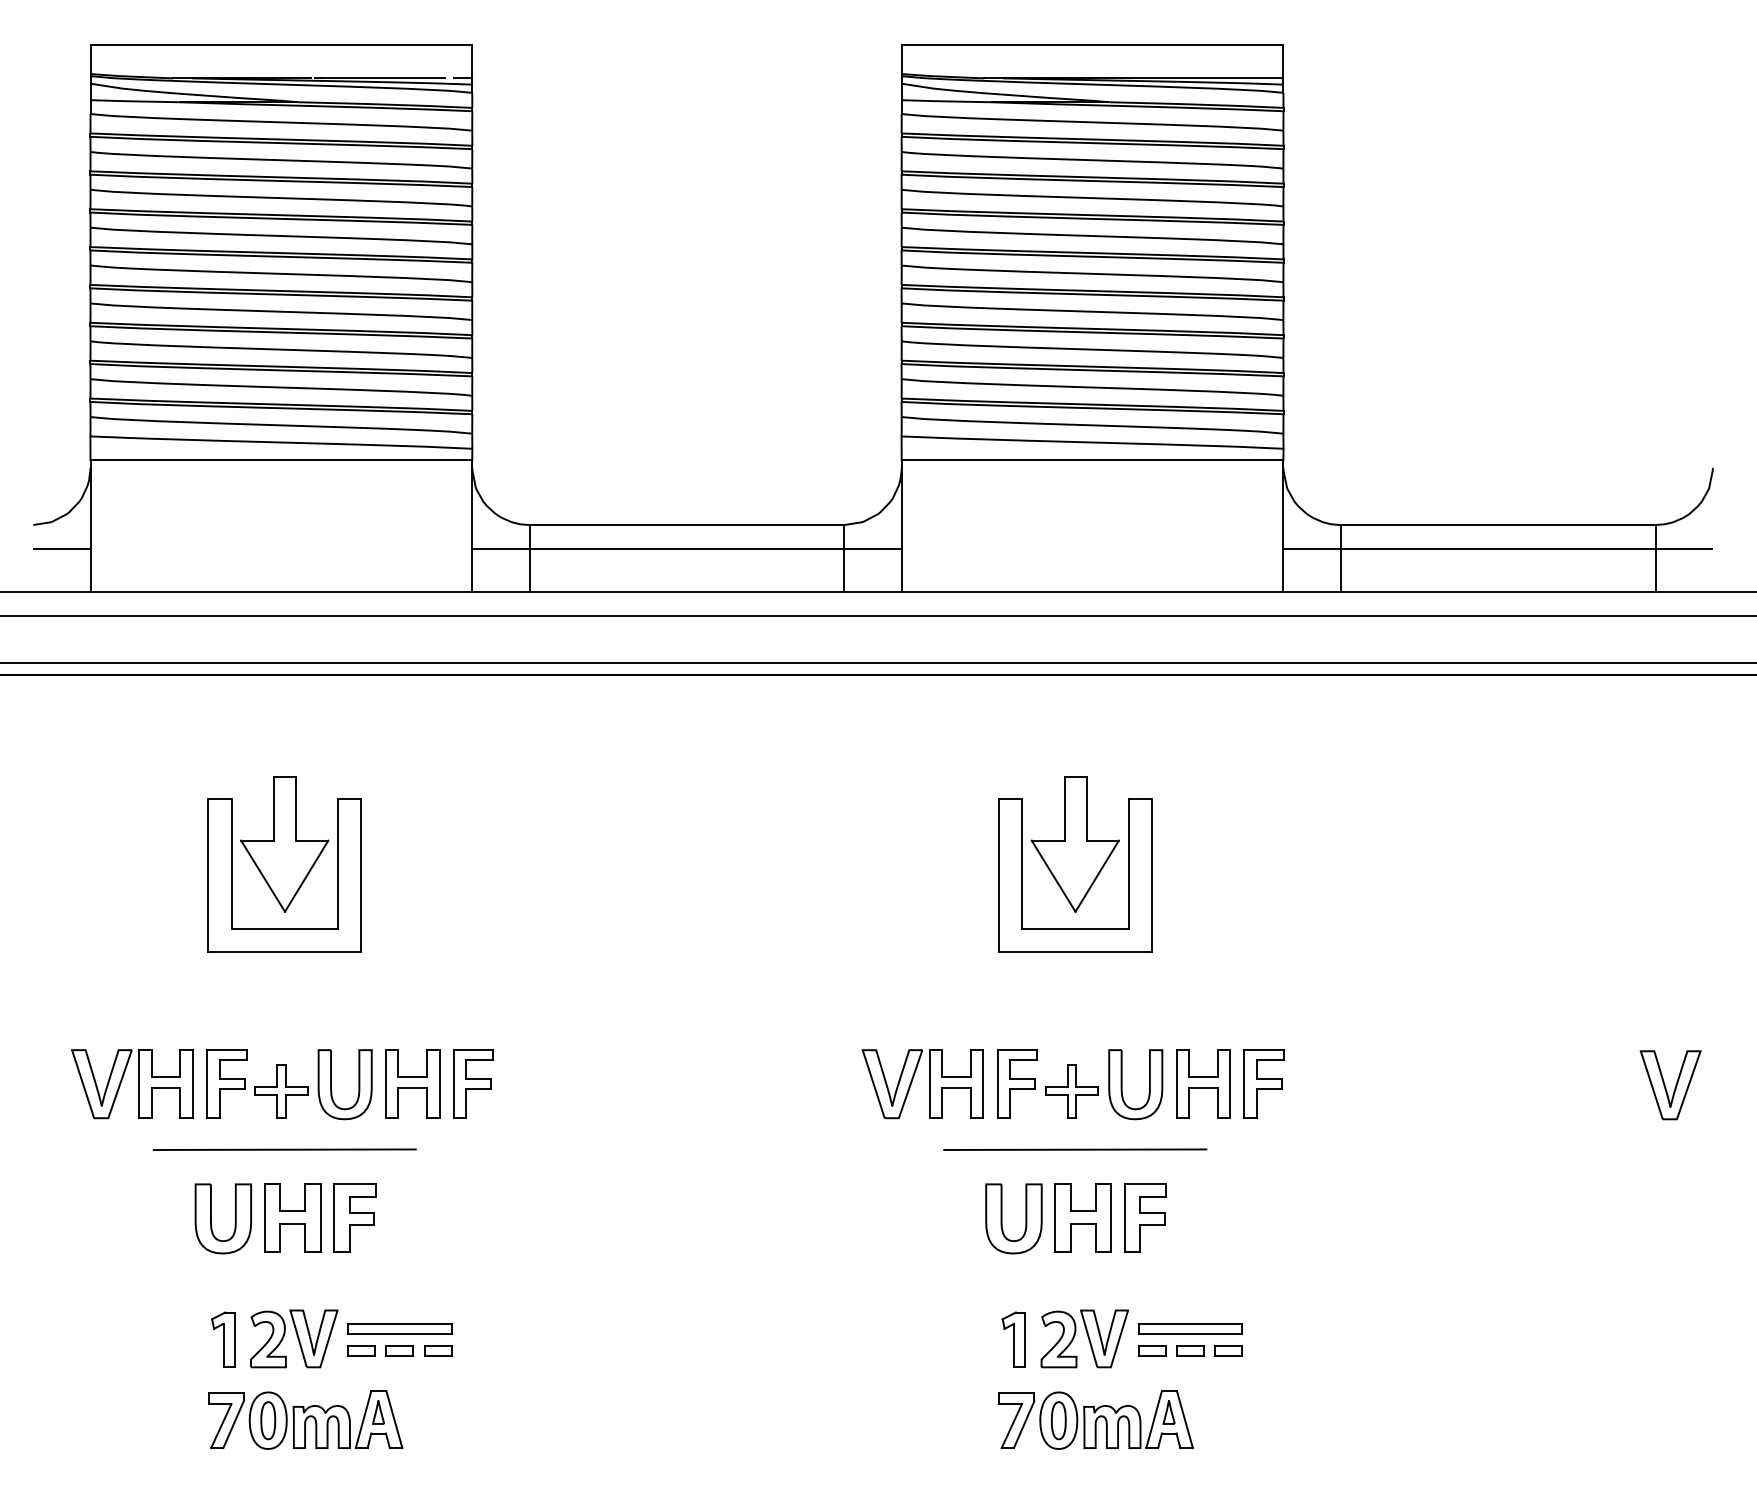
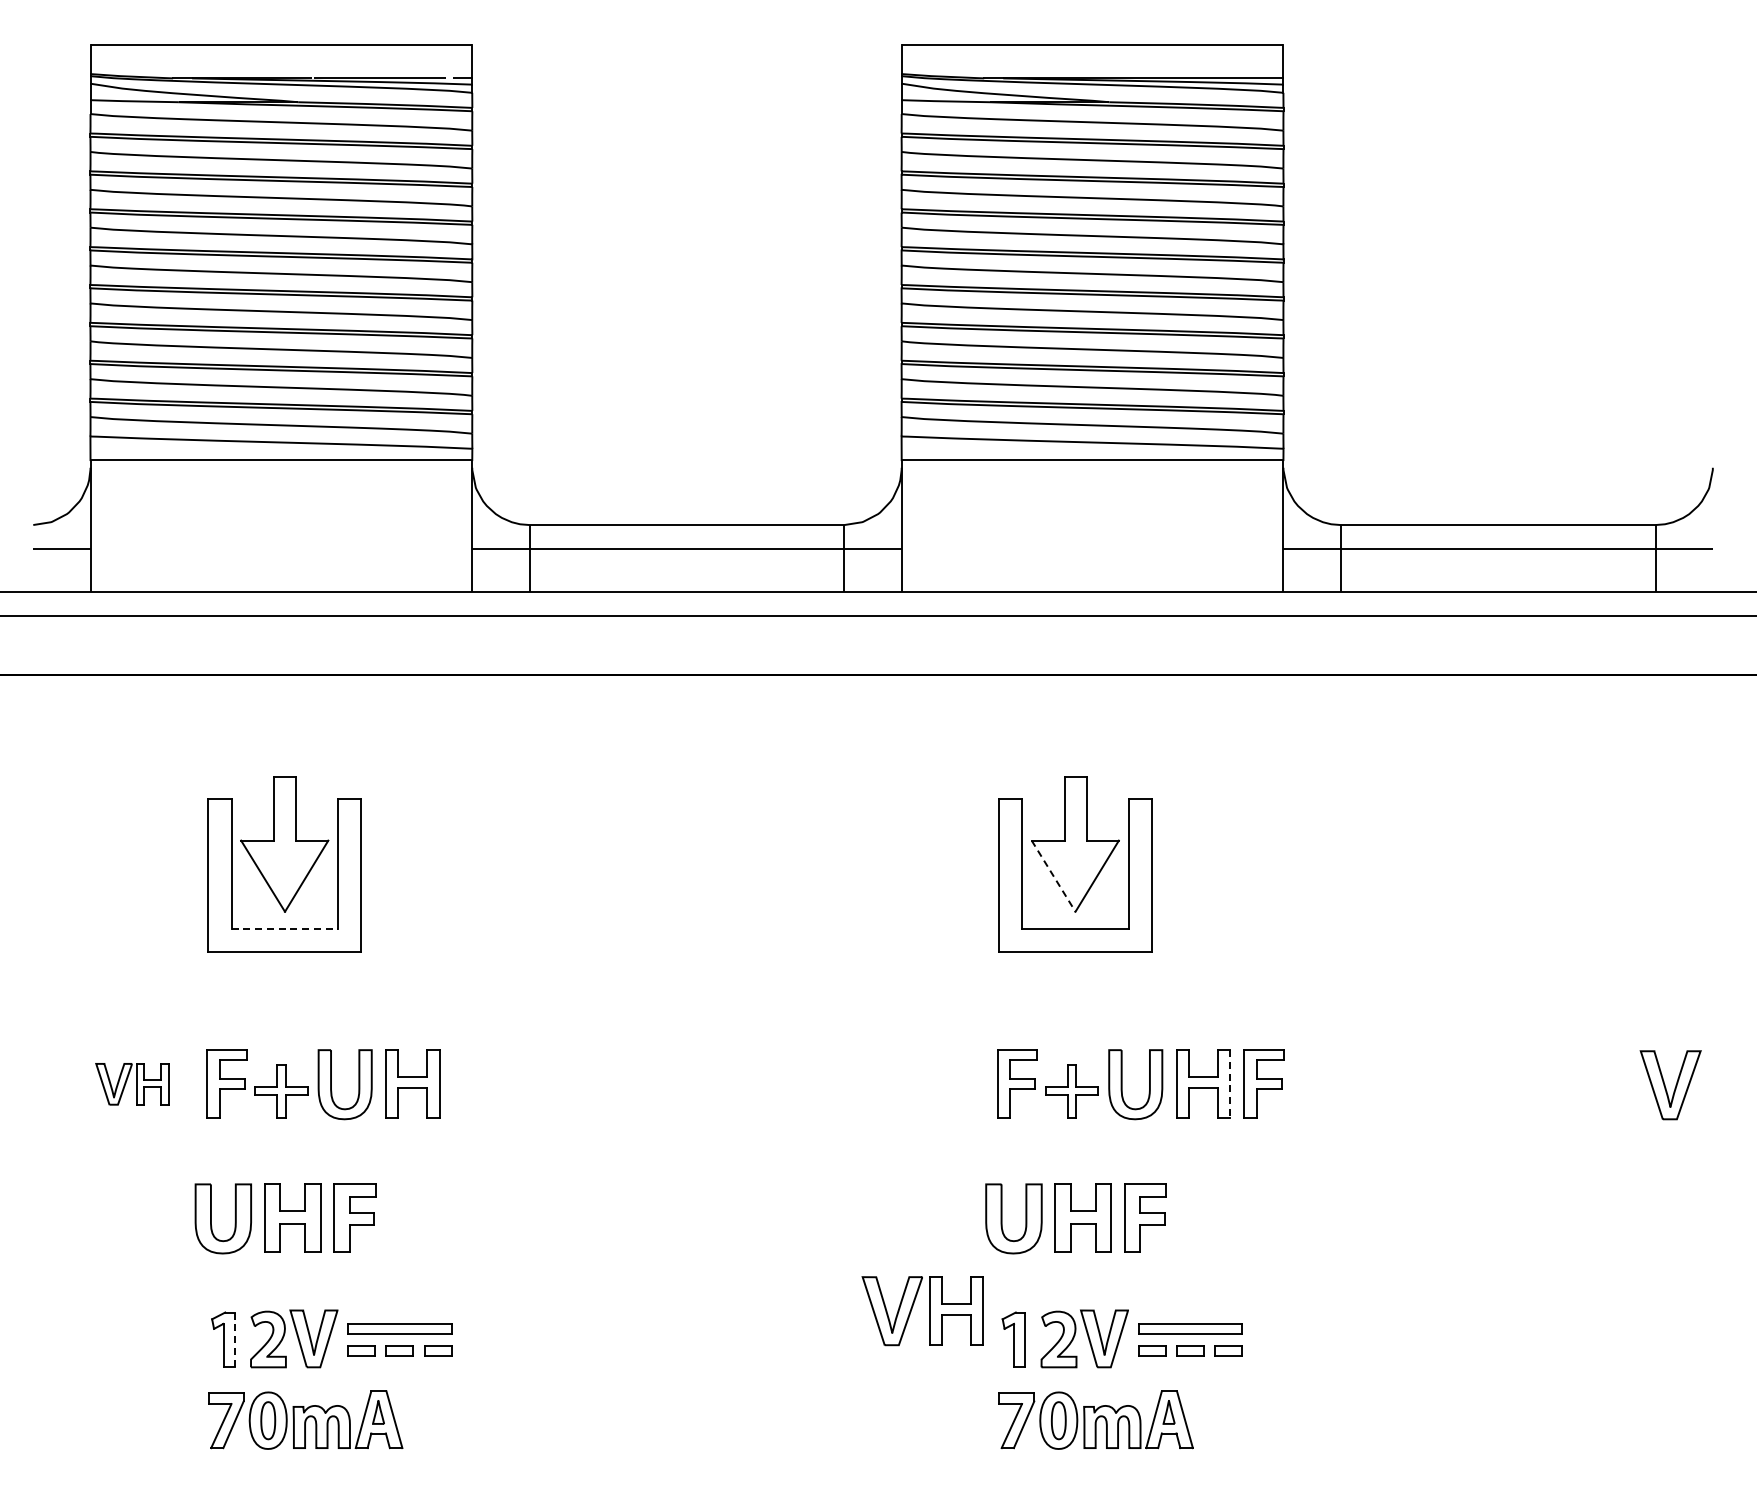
line at (877, 663): present -> none
line at (1053, 876): solid -> dashed
line at (285, 928): solid -> dashed
part at (473, 1083): present -> none
part at (132, 1084) size: 123x71 px -> 75x43 px
part at (929, 1084) position: (929, 1084) -> (929, 1311)
line at (1230, 1084): solid -> dashed
line at (284, 1149): present -> none
line at (1075, 1149): present -> none
line at (234, 1340): solid -> dashed
